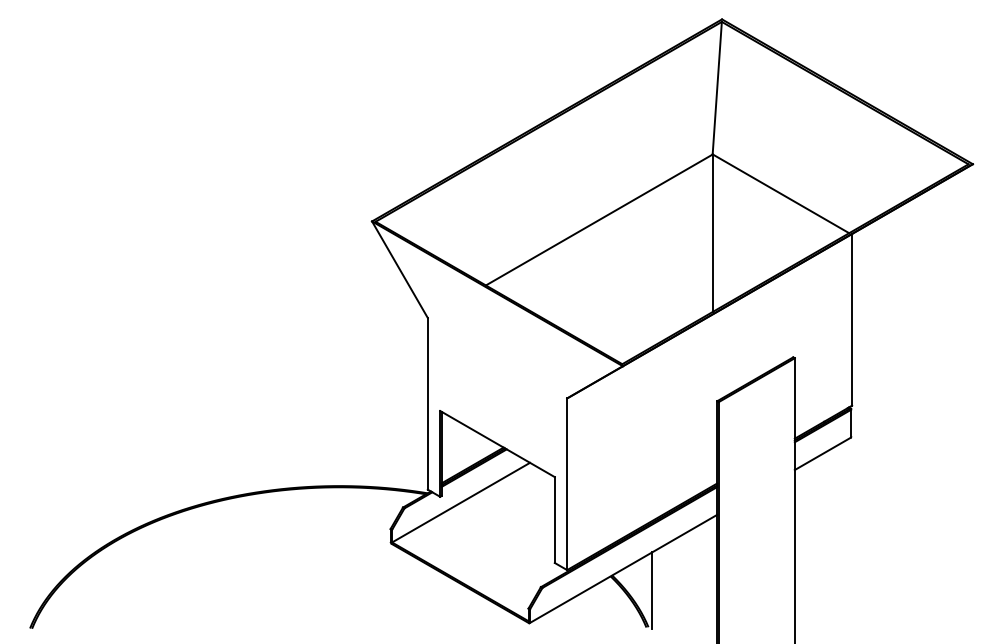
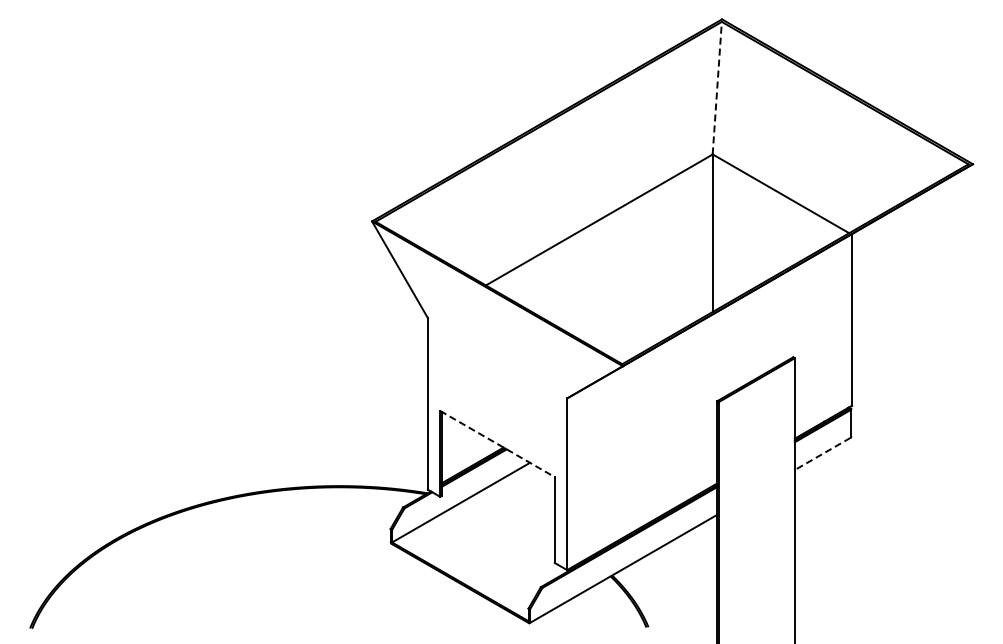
line at (717, 87): solid -> dashed
line at (497, 444): solid -> dashed
line at (822, 454): solid -> dashed
line at (652, 590): present -> none
